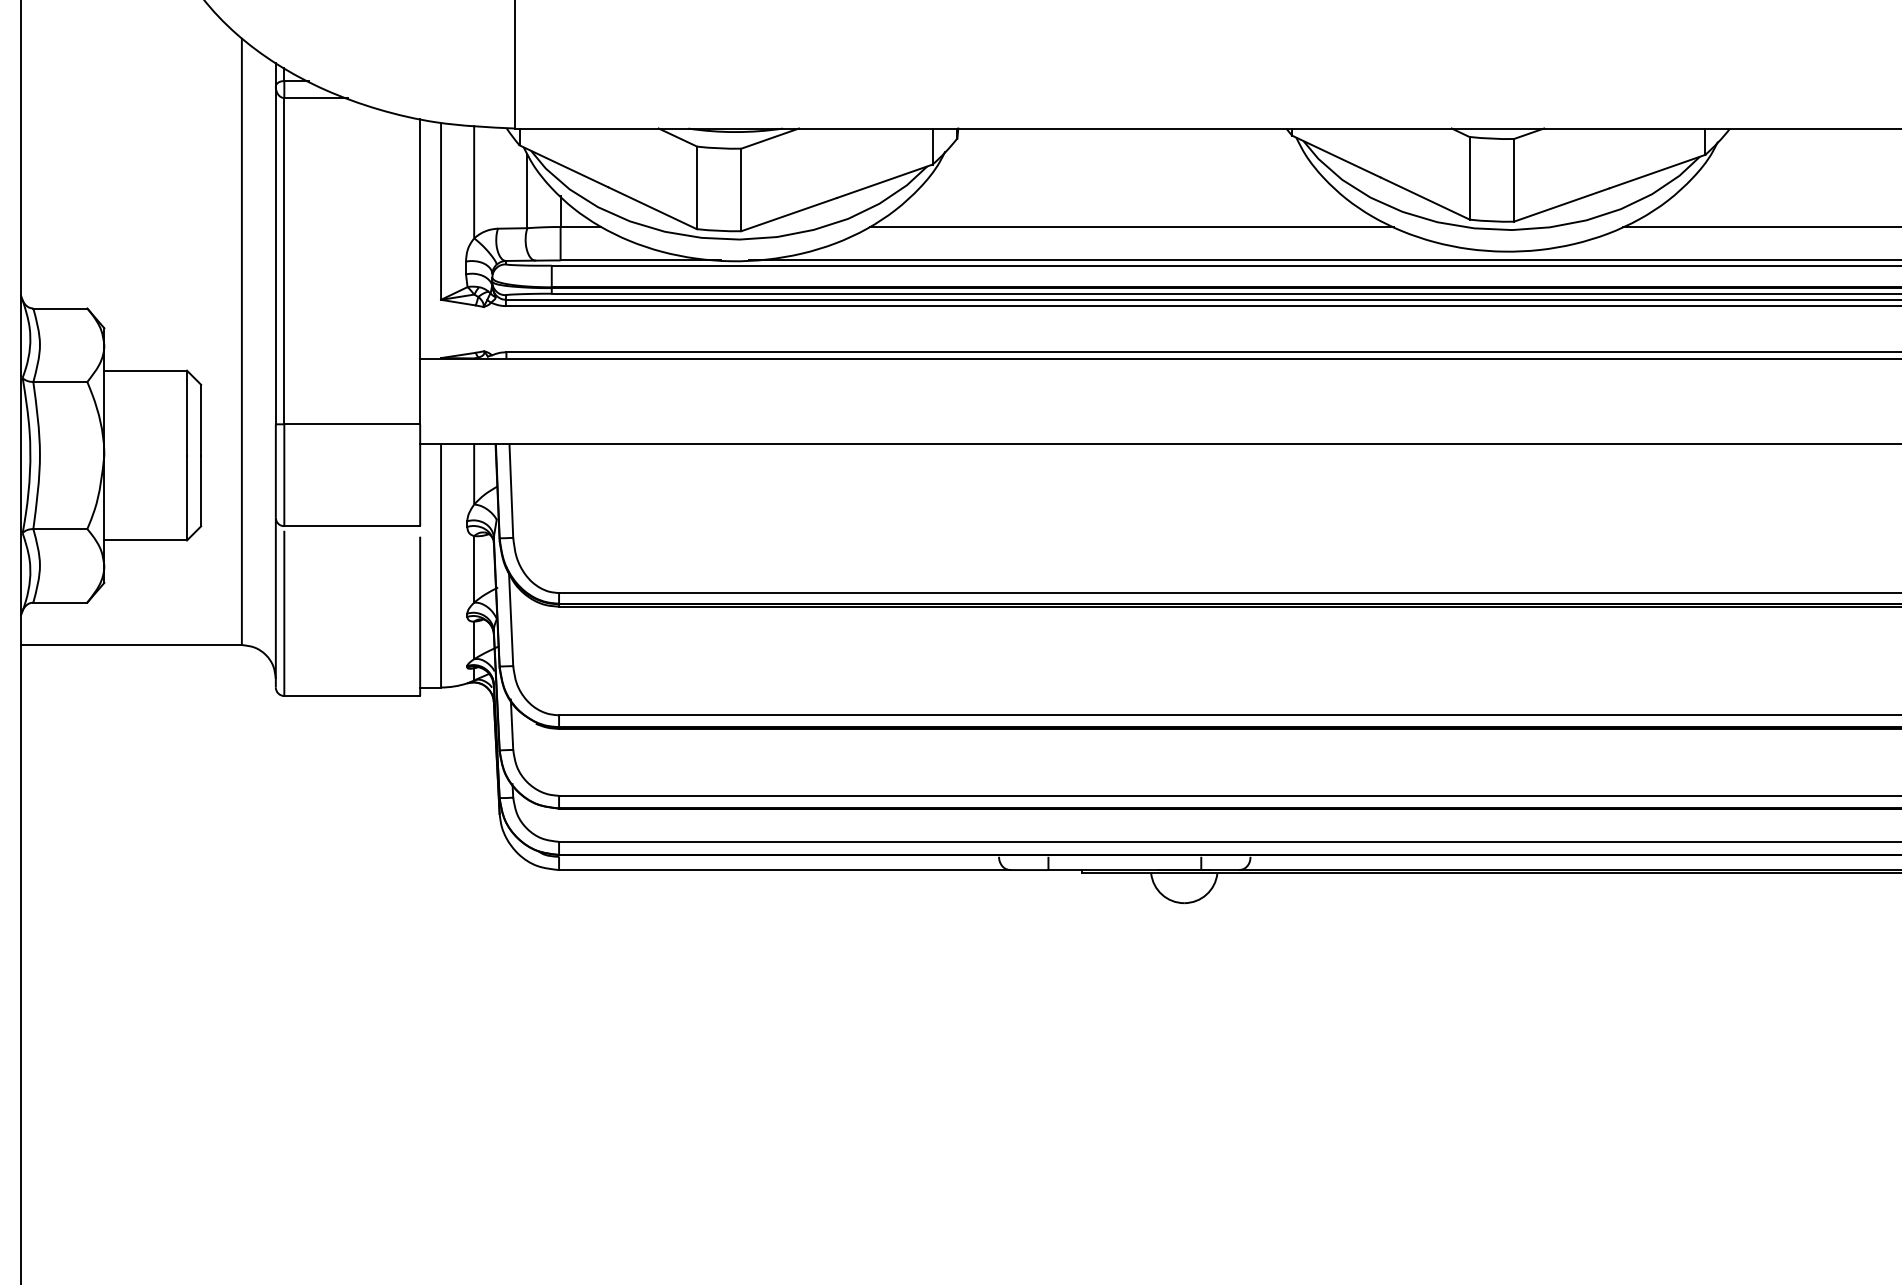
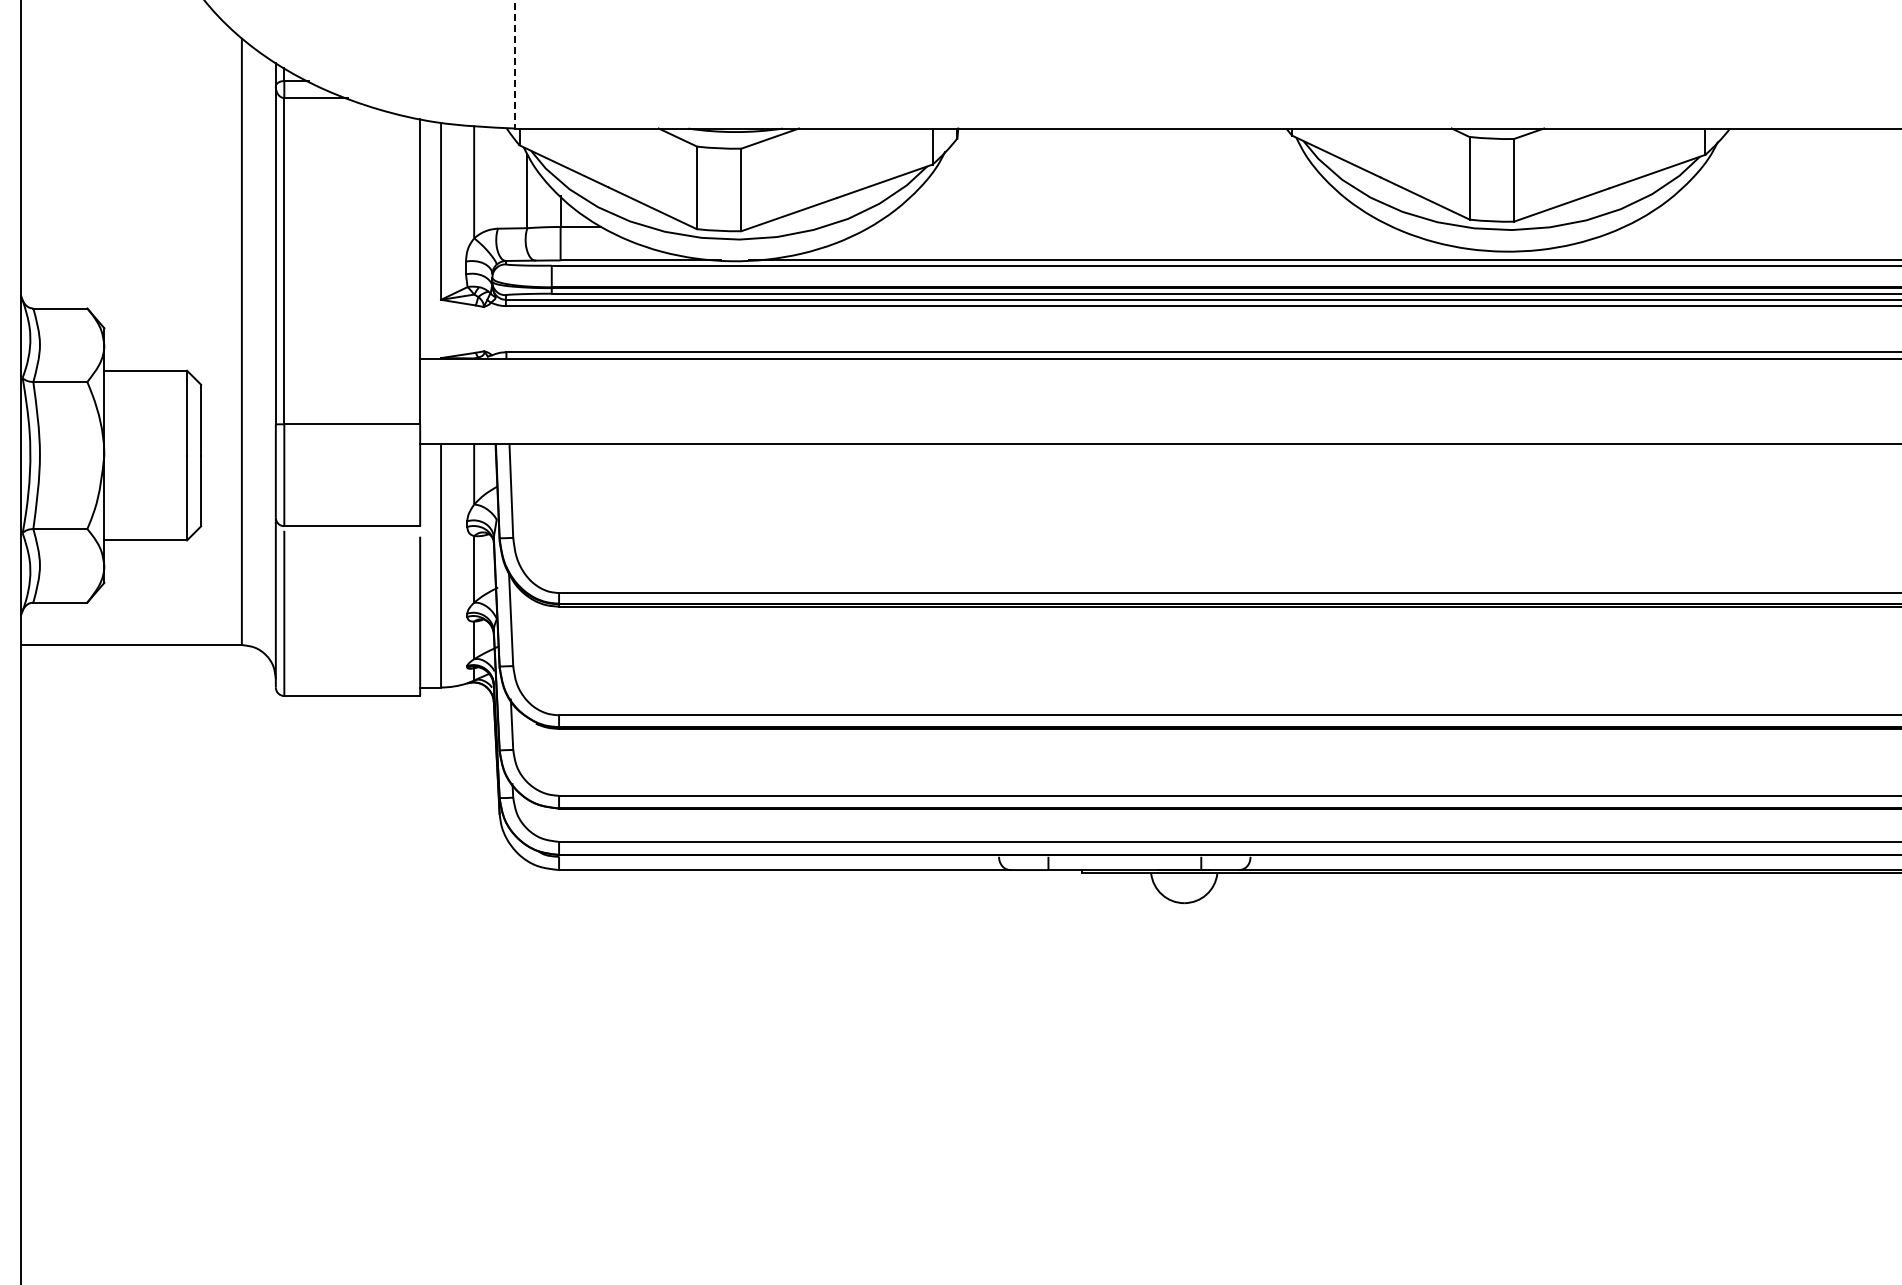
line at (514, 64): solid -> dashed
line at (1131, 227): present -> none
line at (1760, 227): present -> none
